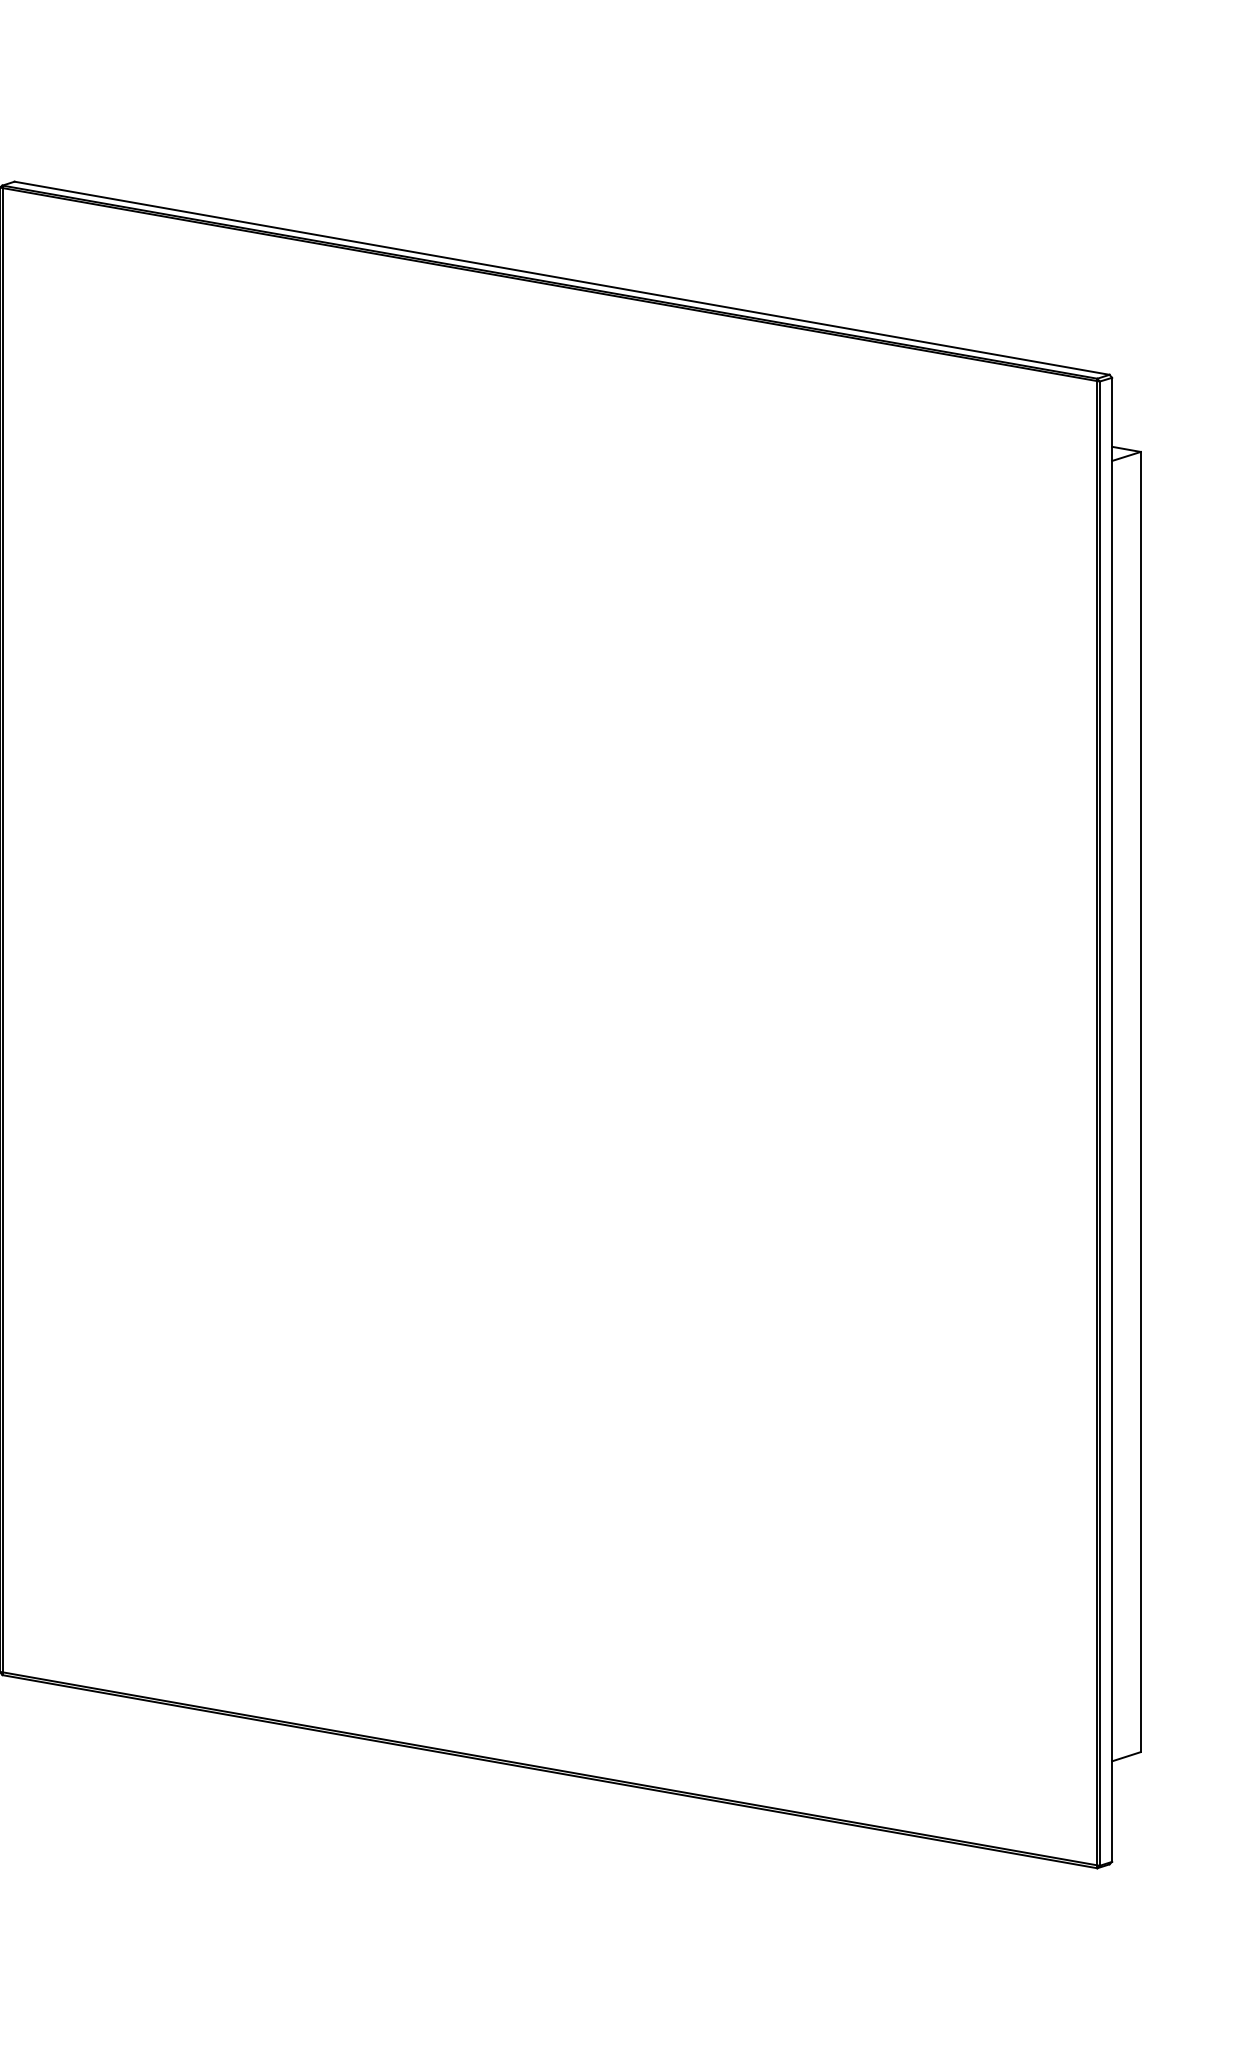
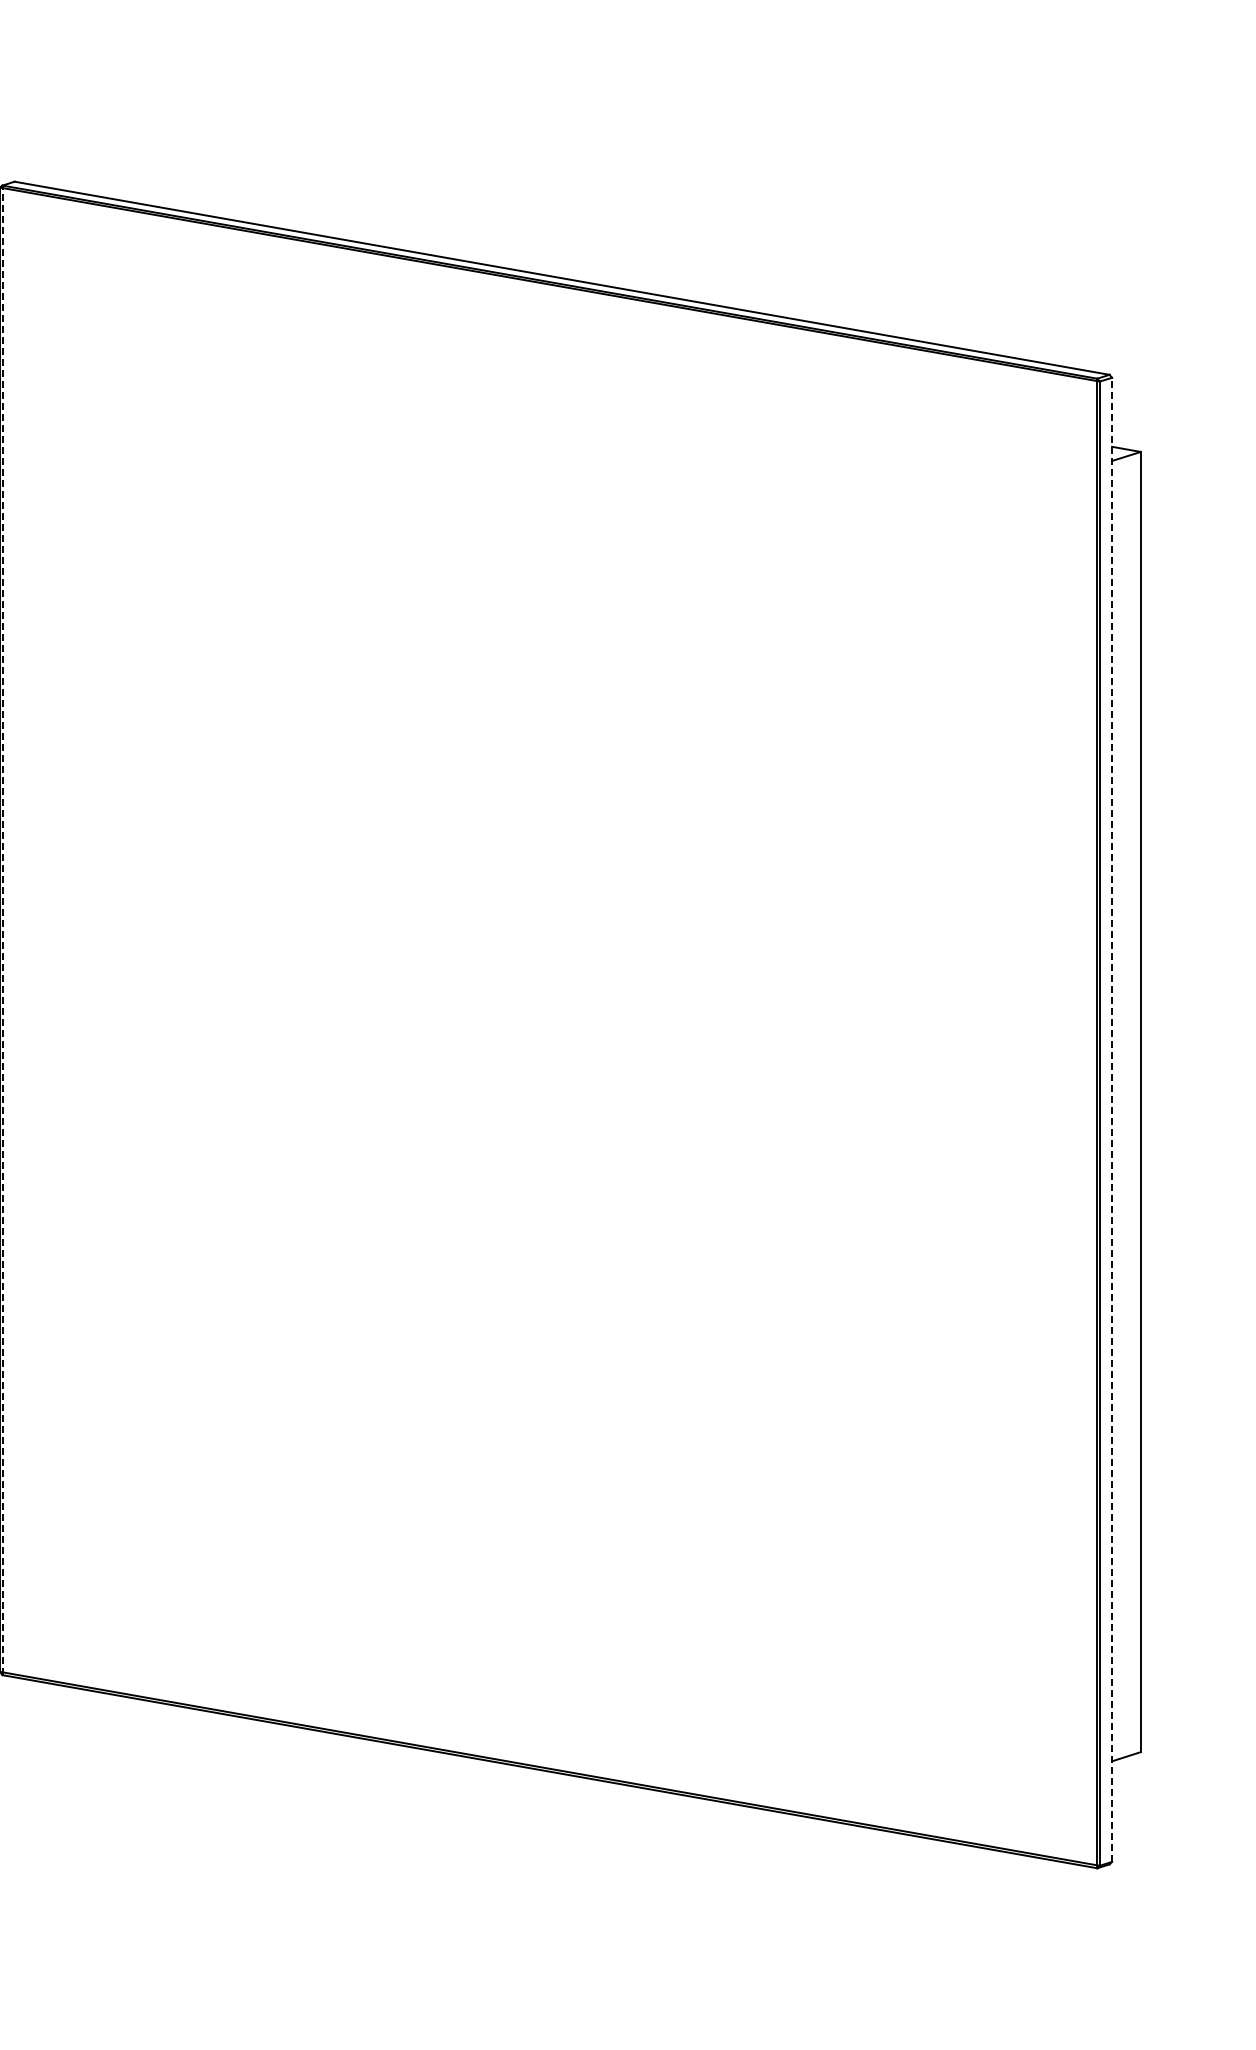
line at (2, 930): solid -> dashed
line at (1112, 1119): solid -> dashed
